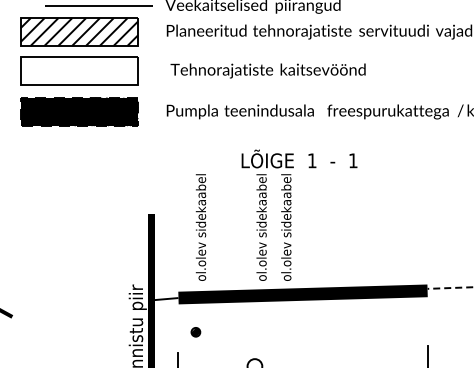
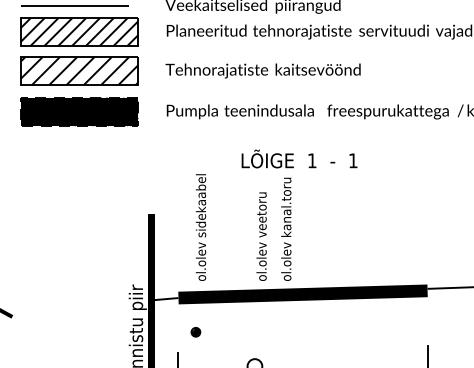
line at (98, 5) position: (98, 5) -> (74, 5)
hatch at (79, 70): none -> present
text at (267, 70) position: (267, 70) -> (262, 70)
text at (261, 205): ol.olev sidekaabel -> ol.olev veetoru
text at (286, 205): ol.olev sidekaabel -> ol.olev kanal.toru
line at (450, 288): dashed -> solid
